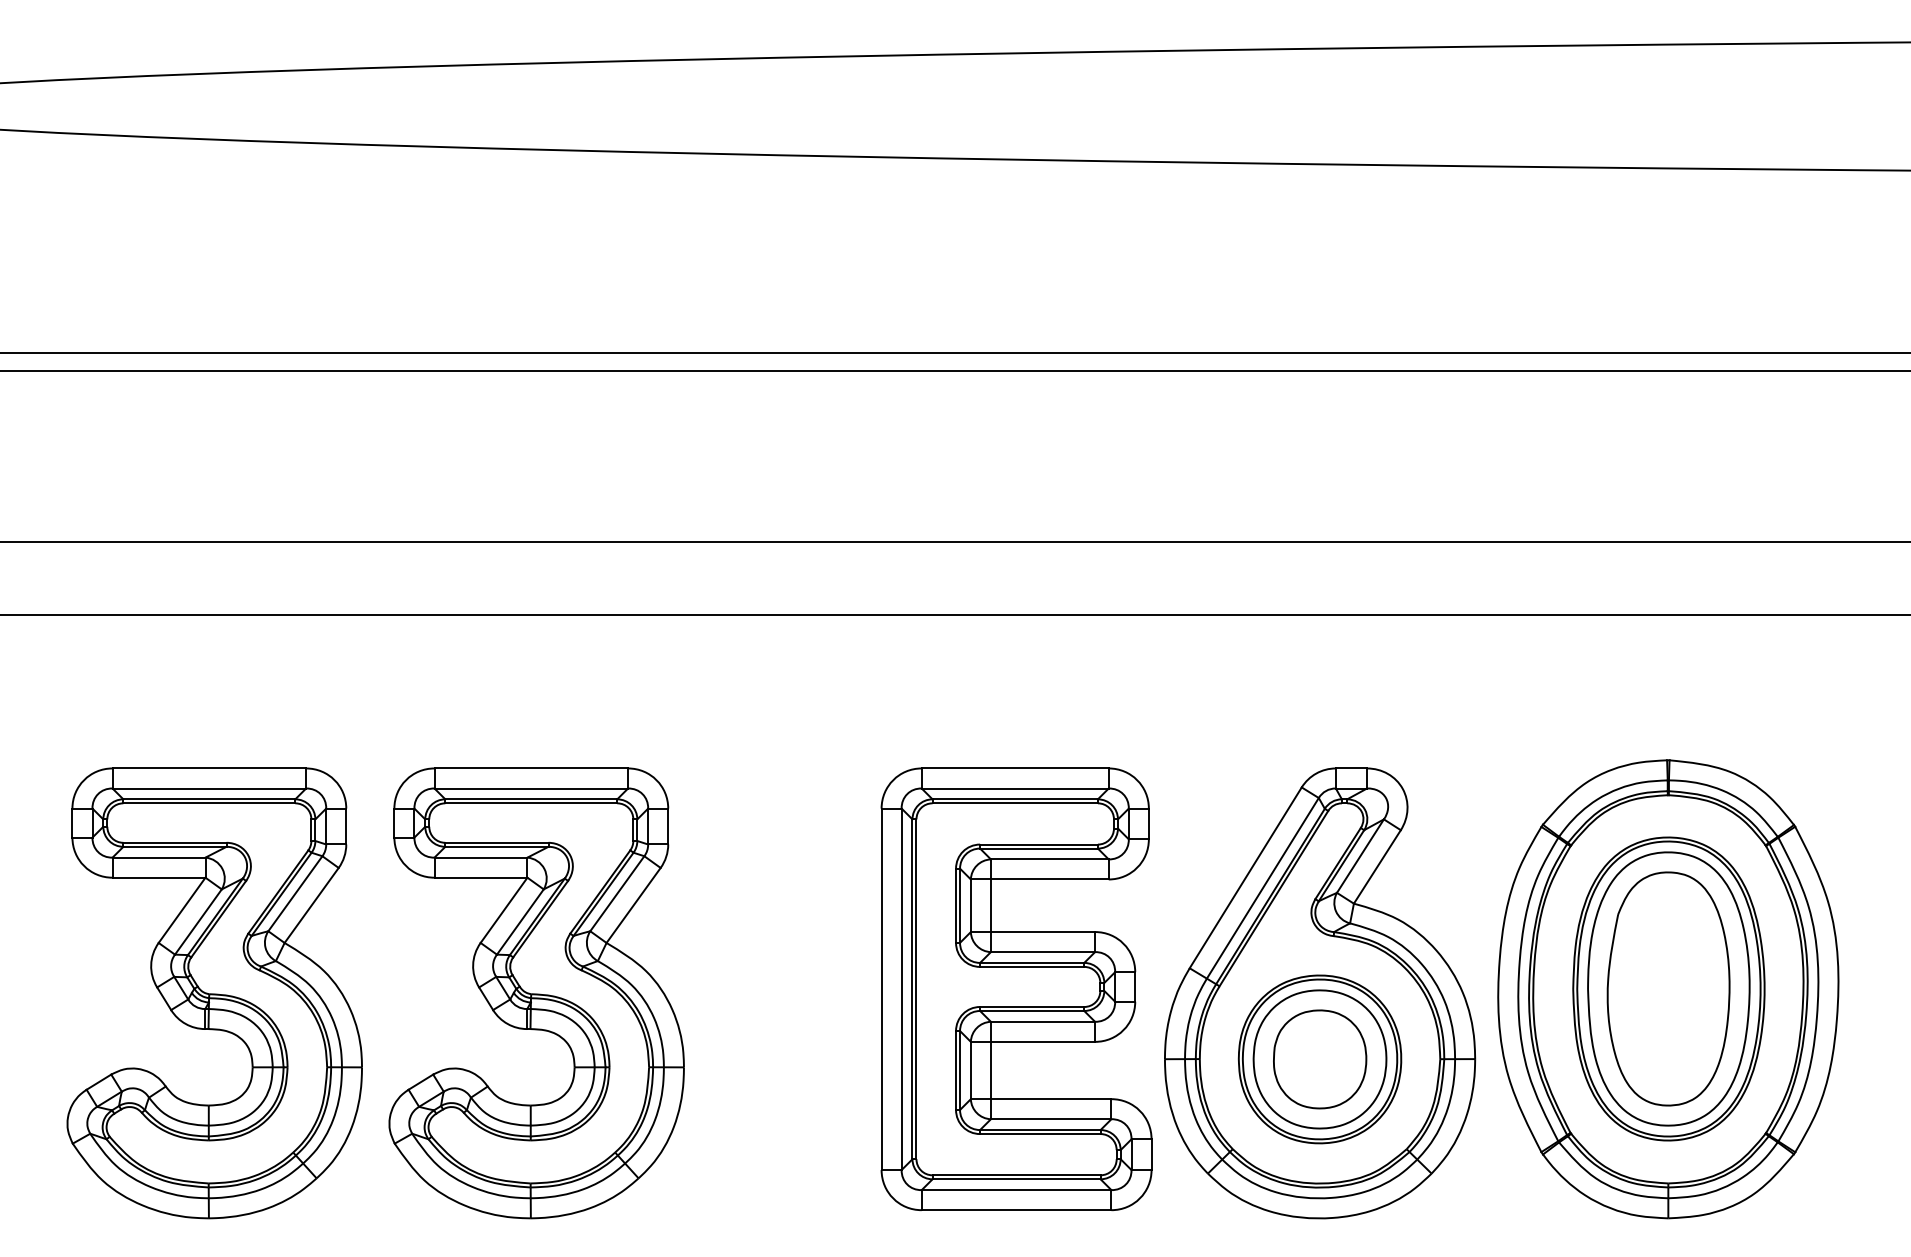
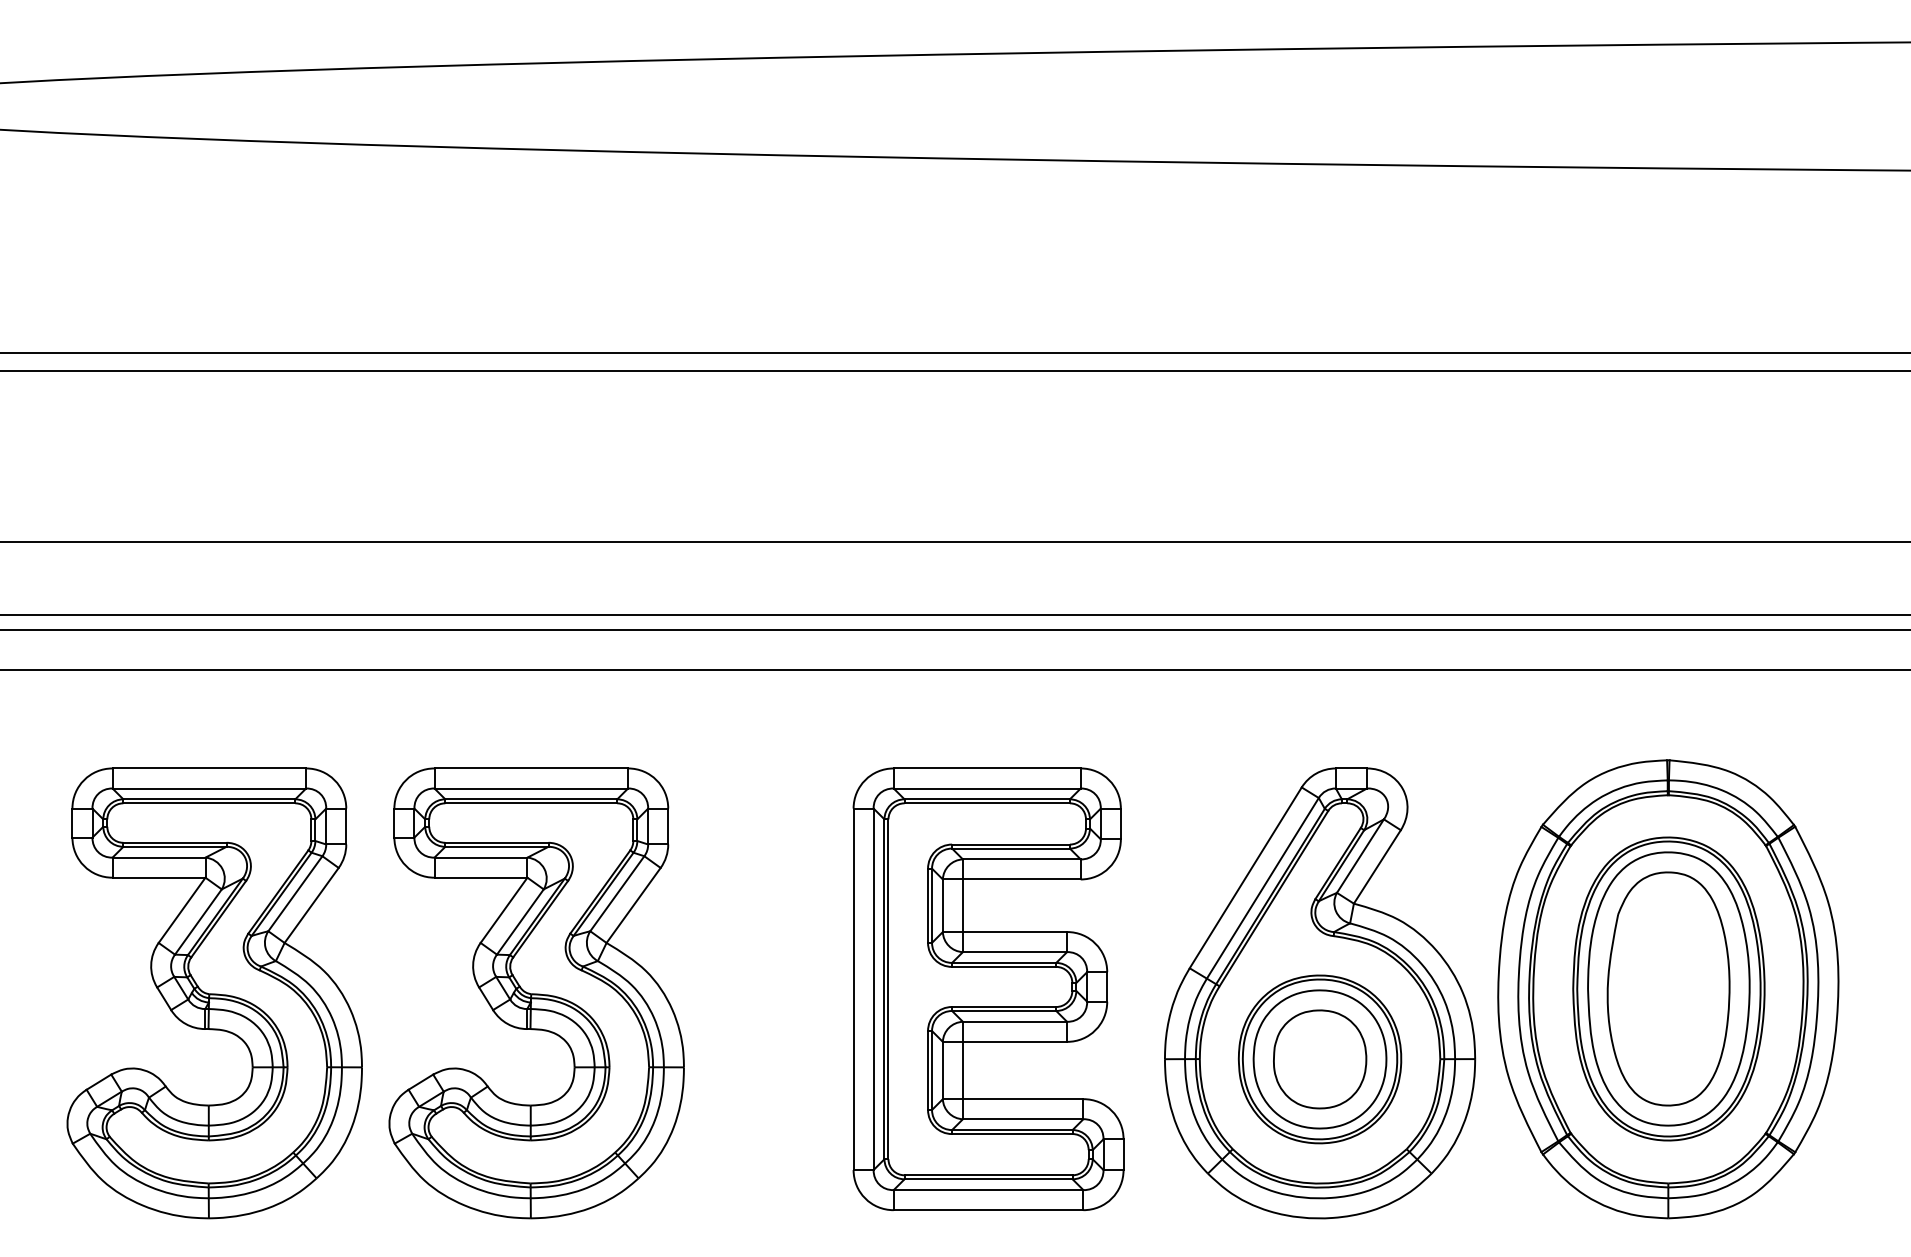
line at (954, 629): none -> present
line at (954, 670): none -> present
part at (1016, 989) position: (1016, 989) -> (988, 989)
